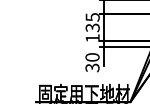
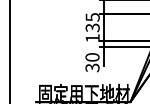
line at (10, 51): none -> present
